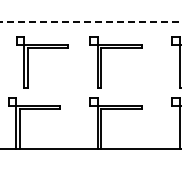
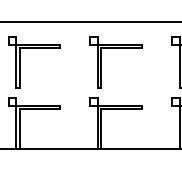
line at (90, 22): dashed -> solid
part at (42, 48) position: (42, 48) -> (34, 48)
